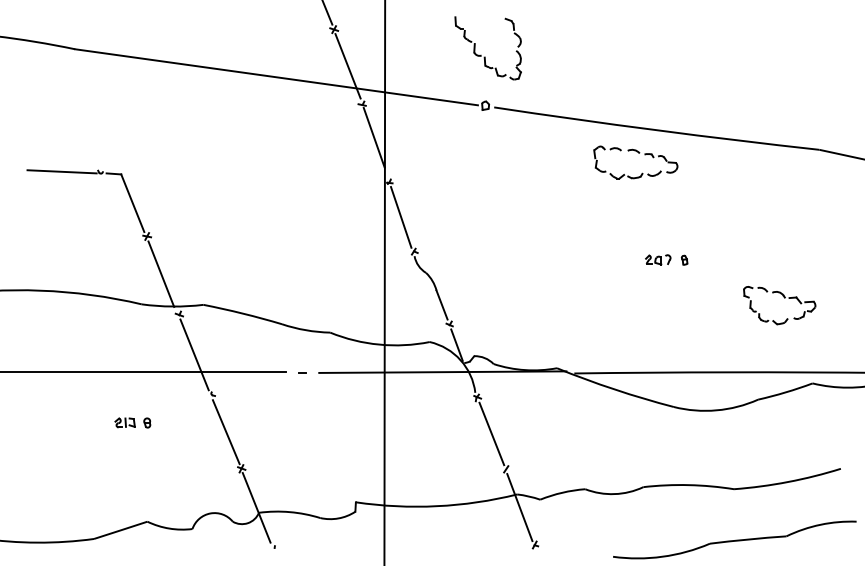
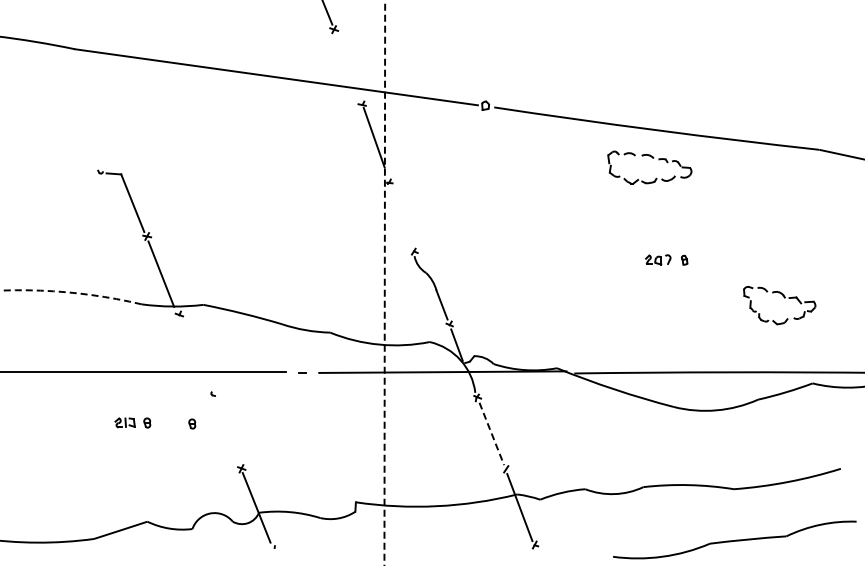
part at (485, 56): present -> none
line at (347, 66): present -> none
part at (638, 153) position: (638, 153) -> (652, 158)
line at (61, 171): present -> none
line at (401, 217): present -> none
line at (384, 283): solid -> dashed
arc at (71, 292): solid -> dashed
line at (194, 354): present -> none
part at (192, 423): none -> present
line at (225, 432): present -> none
line at (491, 433): solid -> dashed
